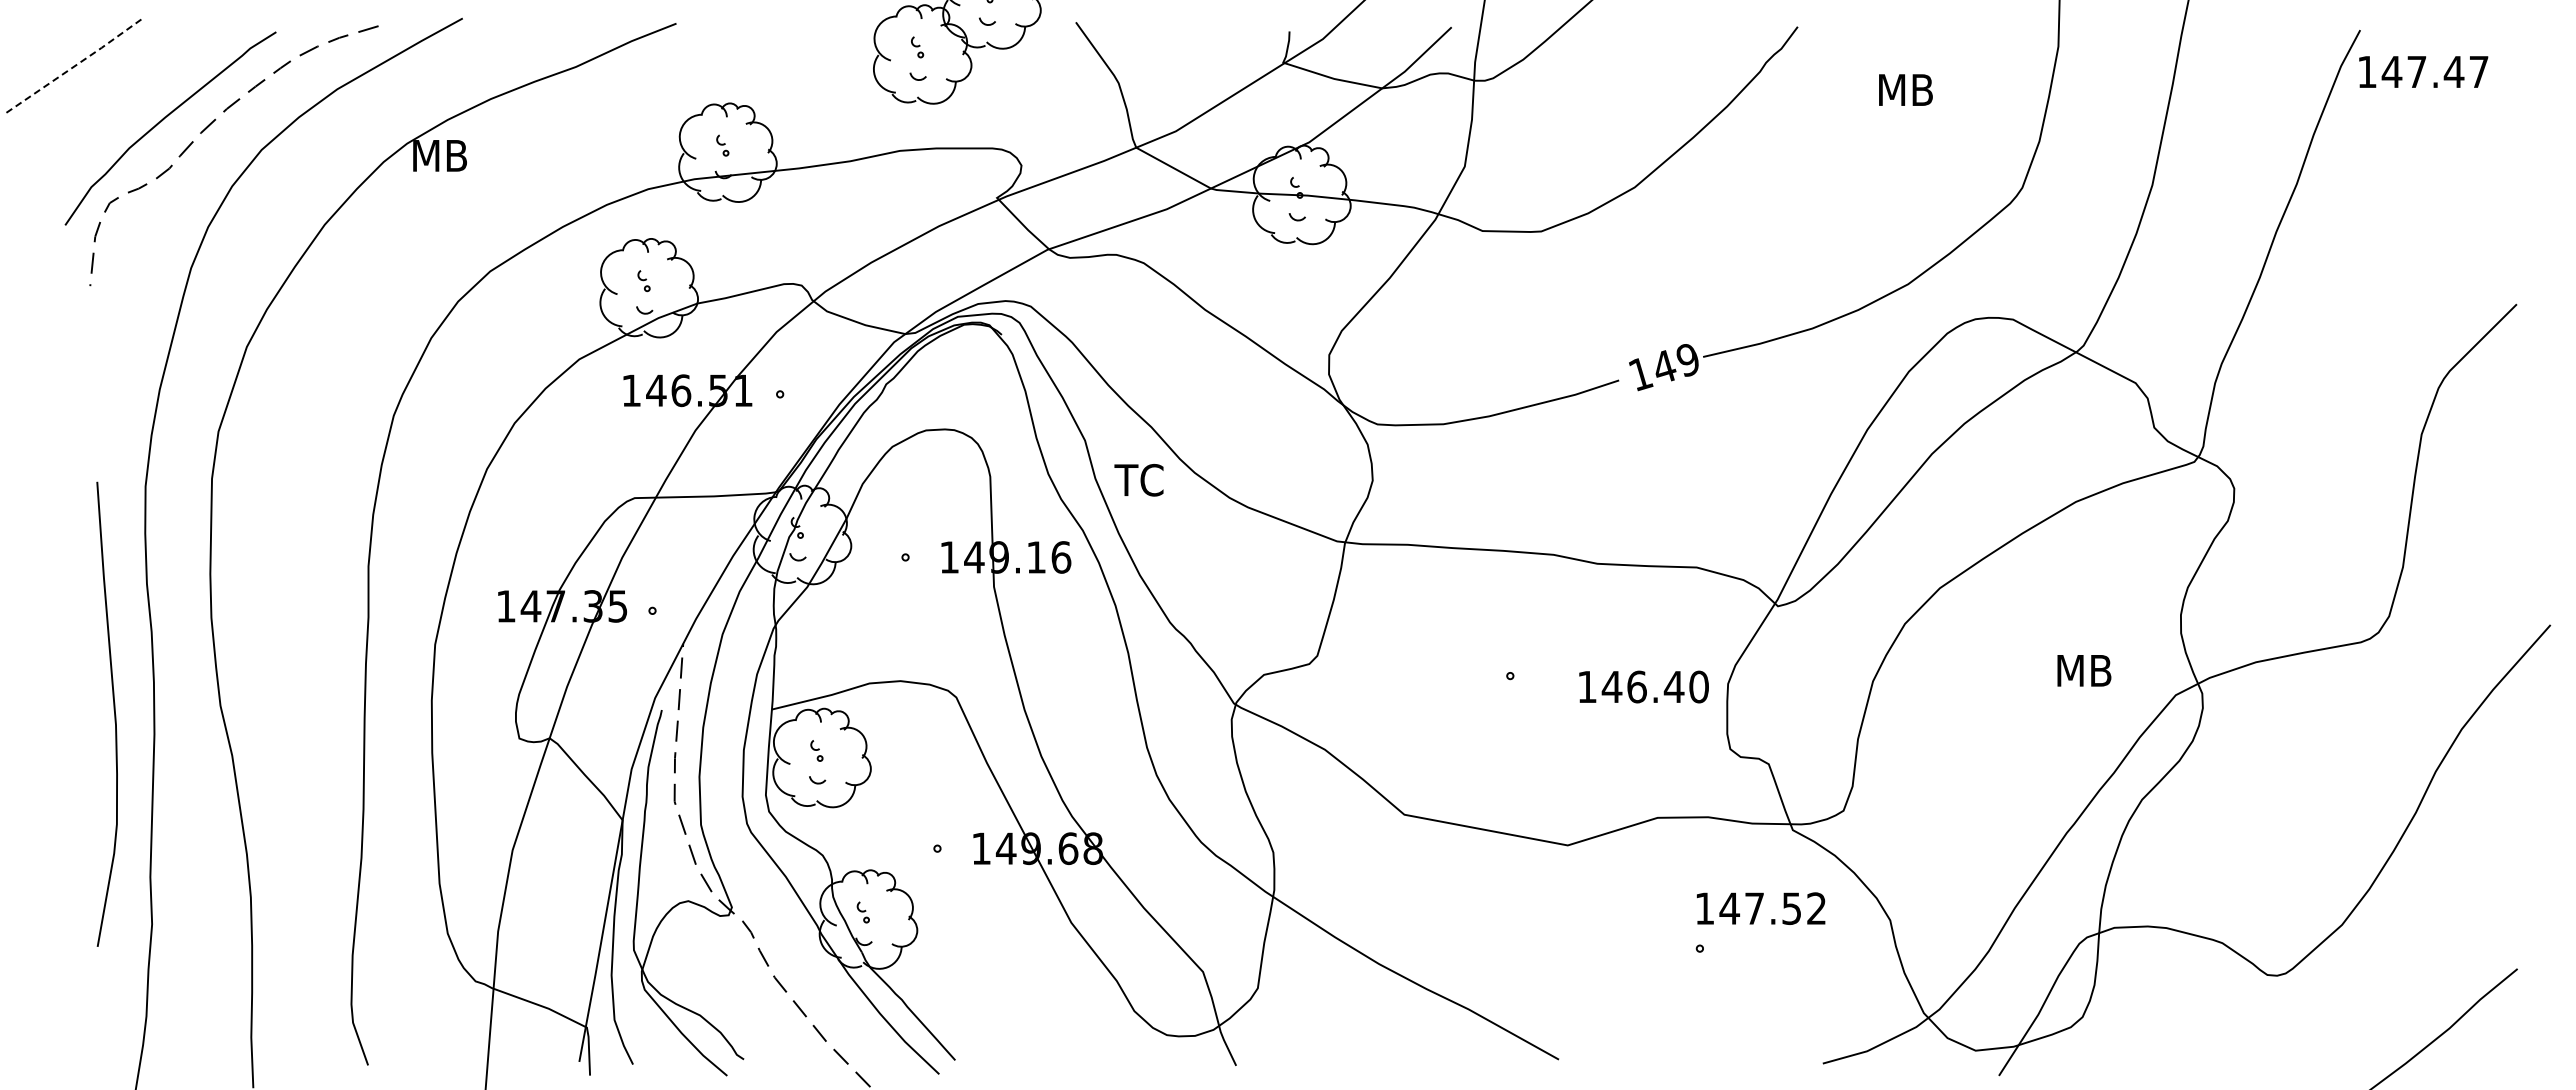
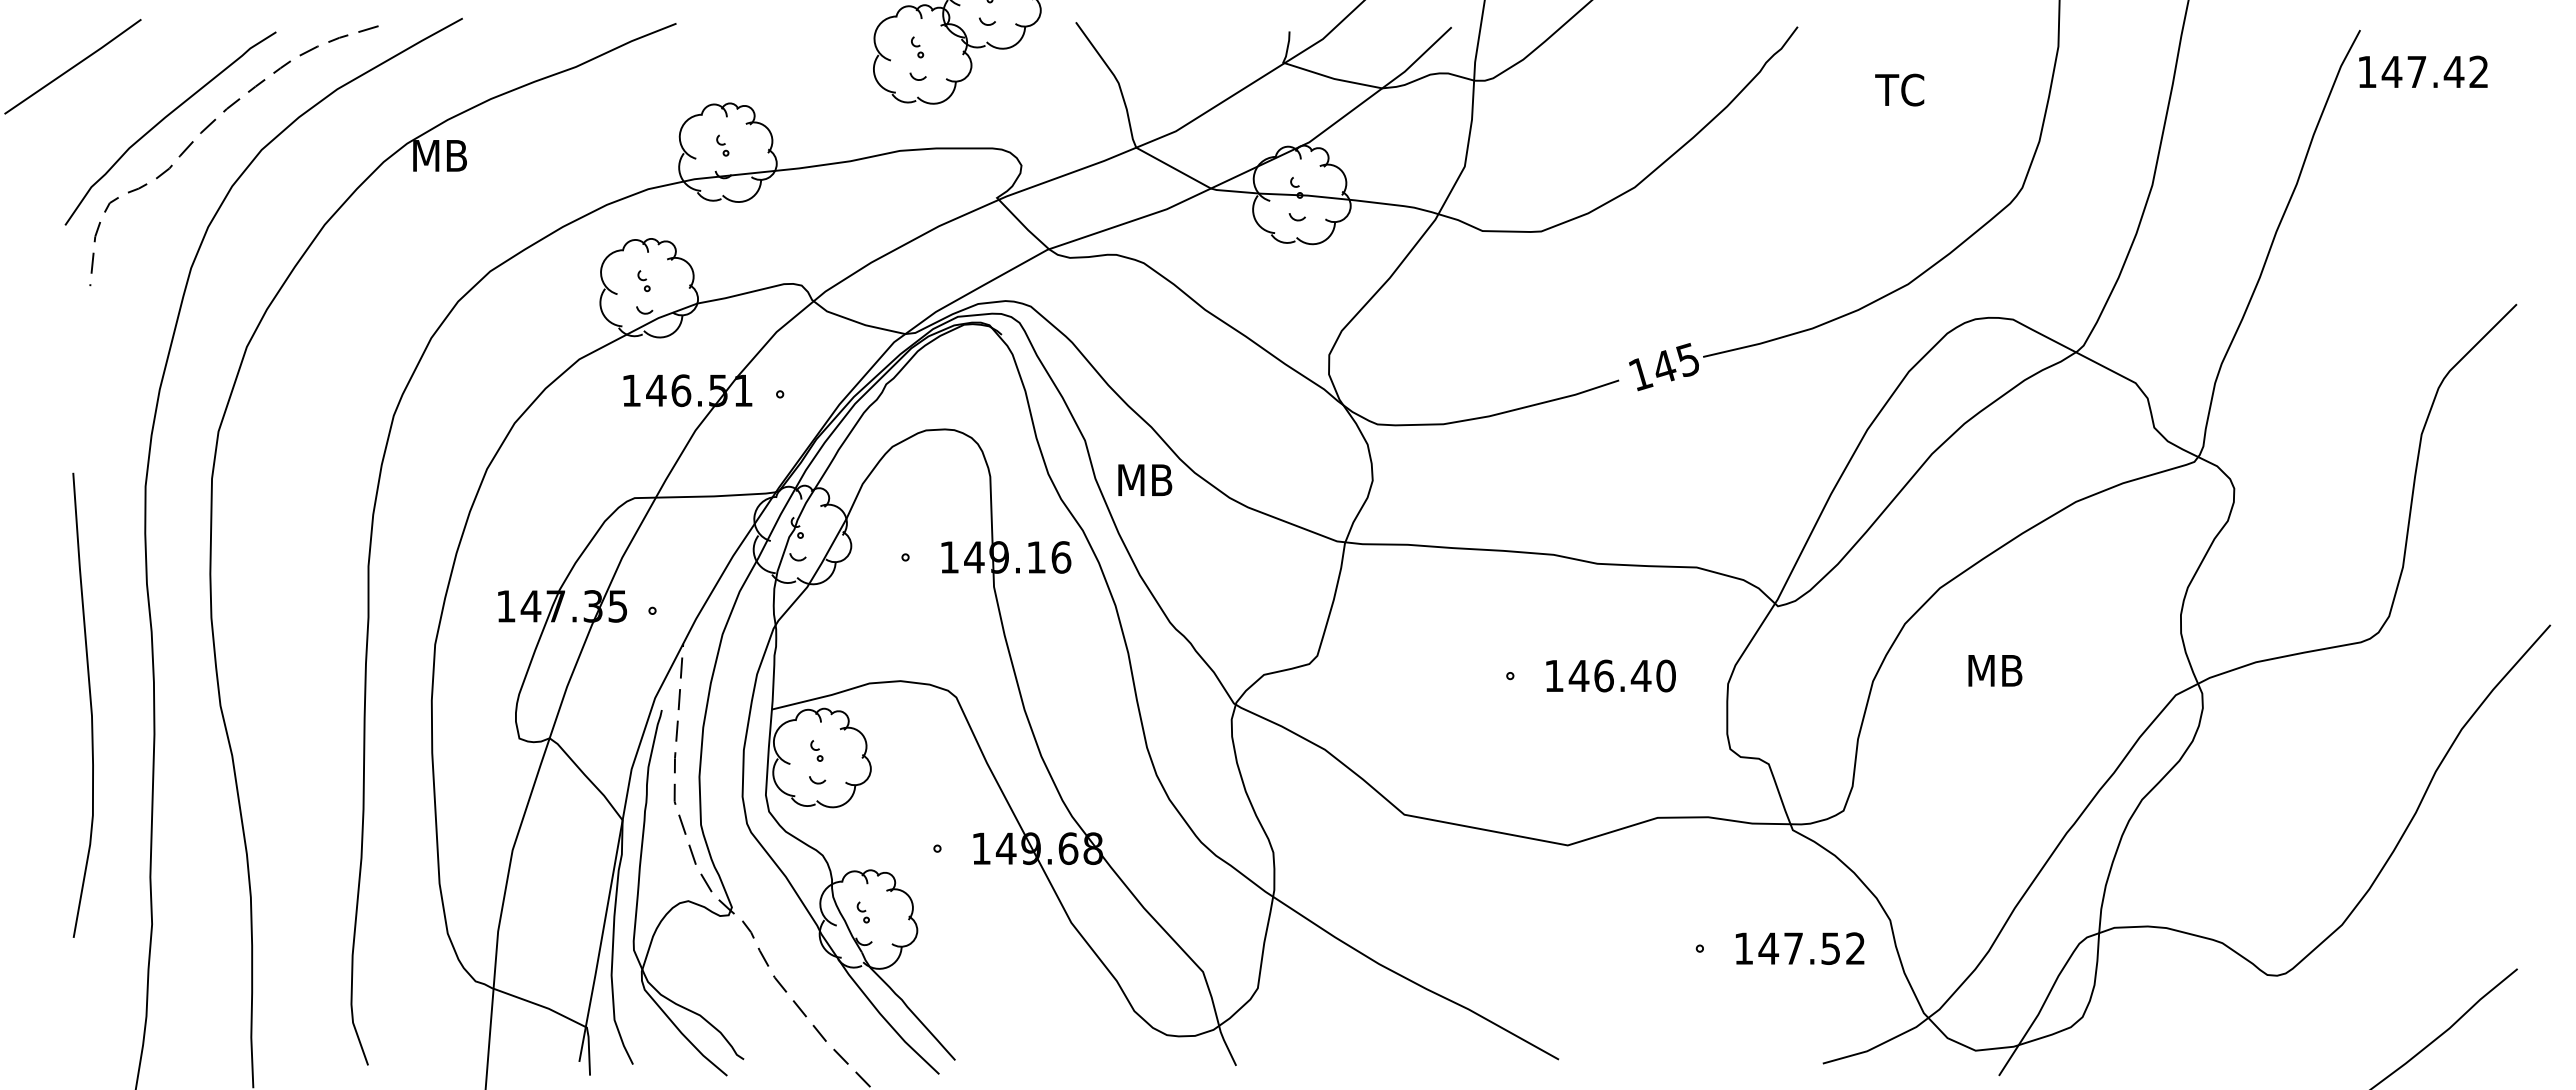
line at (73, 66): dashed -> solid
text at (2478, 71): 147.47 -> 147.42
text at (1903, 89): MB -> TC
text at (1687, 359): 149 -> 145
text at (1143, 479): TC -> MB
text at (2084, 670) position: (2084, 670) -> (1995, 670)
text at (1643, 686) position: (1643, 686) -> (1610, 675)
curve at (113, 710) position: (113, 710) -> (89, 701)
text at (1761, 908) position: (1761, 908) -> (1800, 948)
